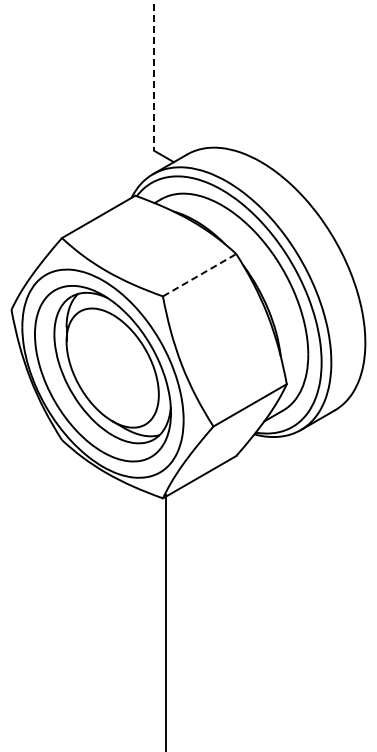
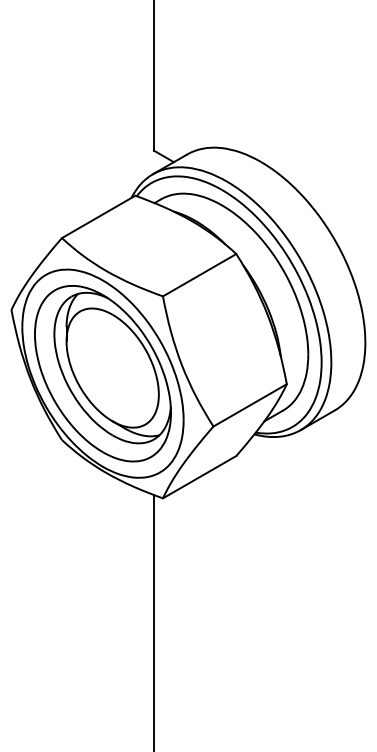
line at (154, 75): dashed -> solid
line at (200, 274): dashed -> solid
line at (166, 621) position: (166, 621) -> (154, 621)
